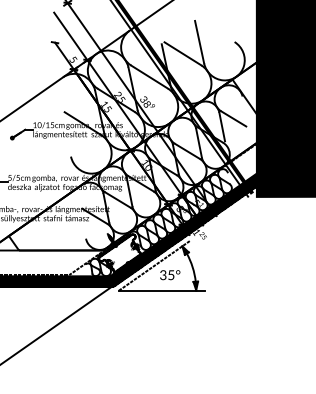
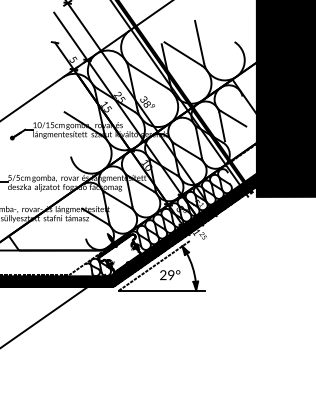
text at (167, 275): 35° -> 29°
line at (57, 324) position: (57, 324) -> (53, 310)
